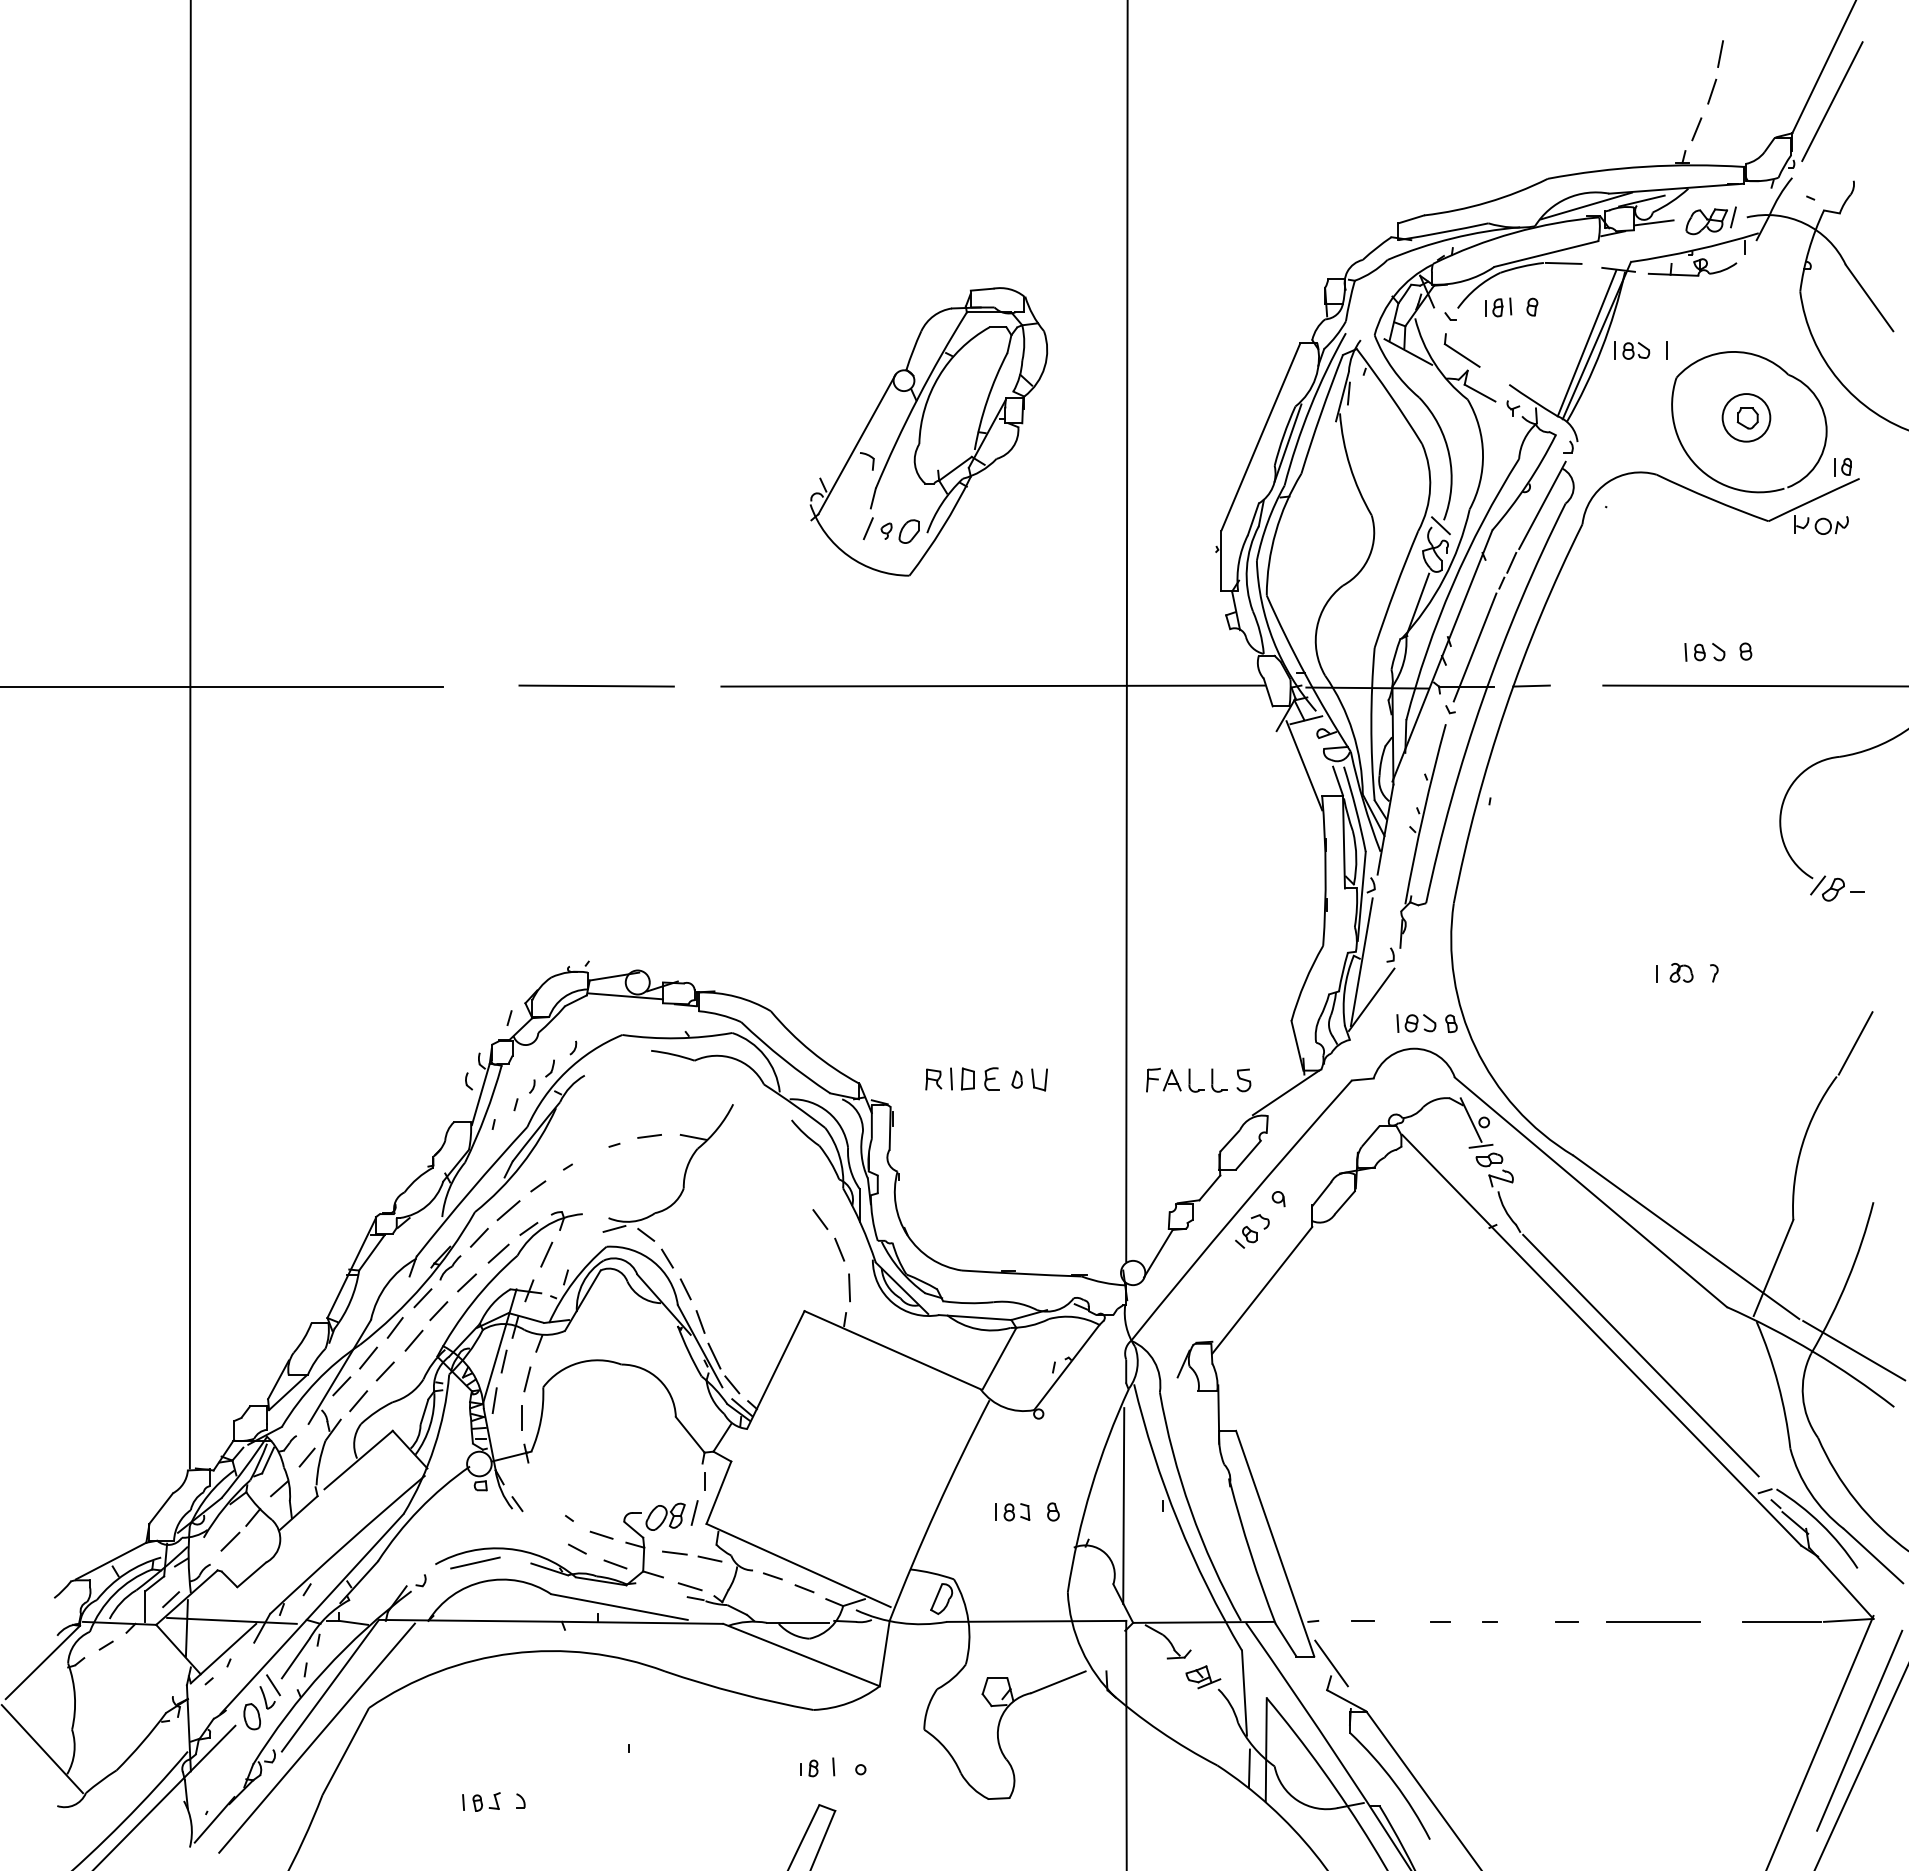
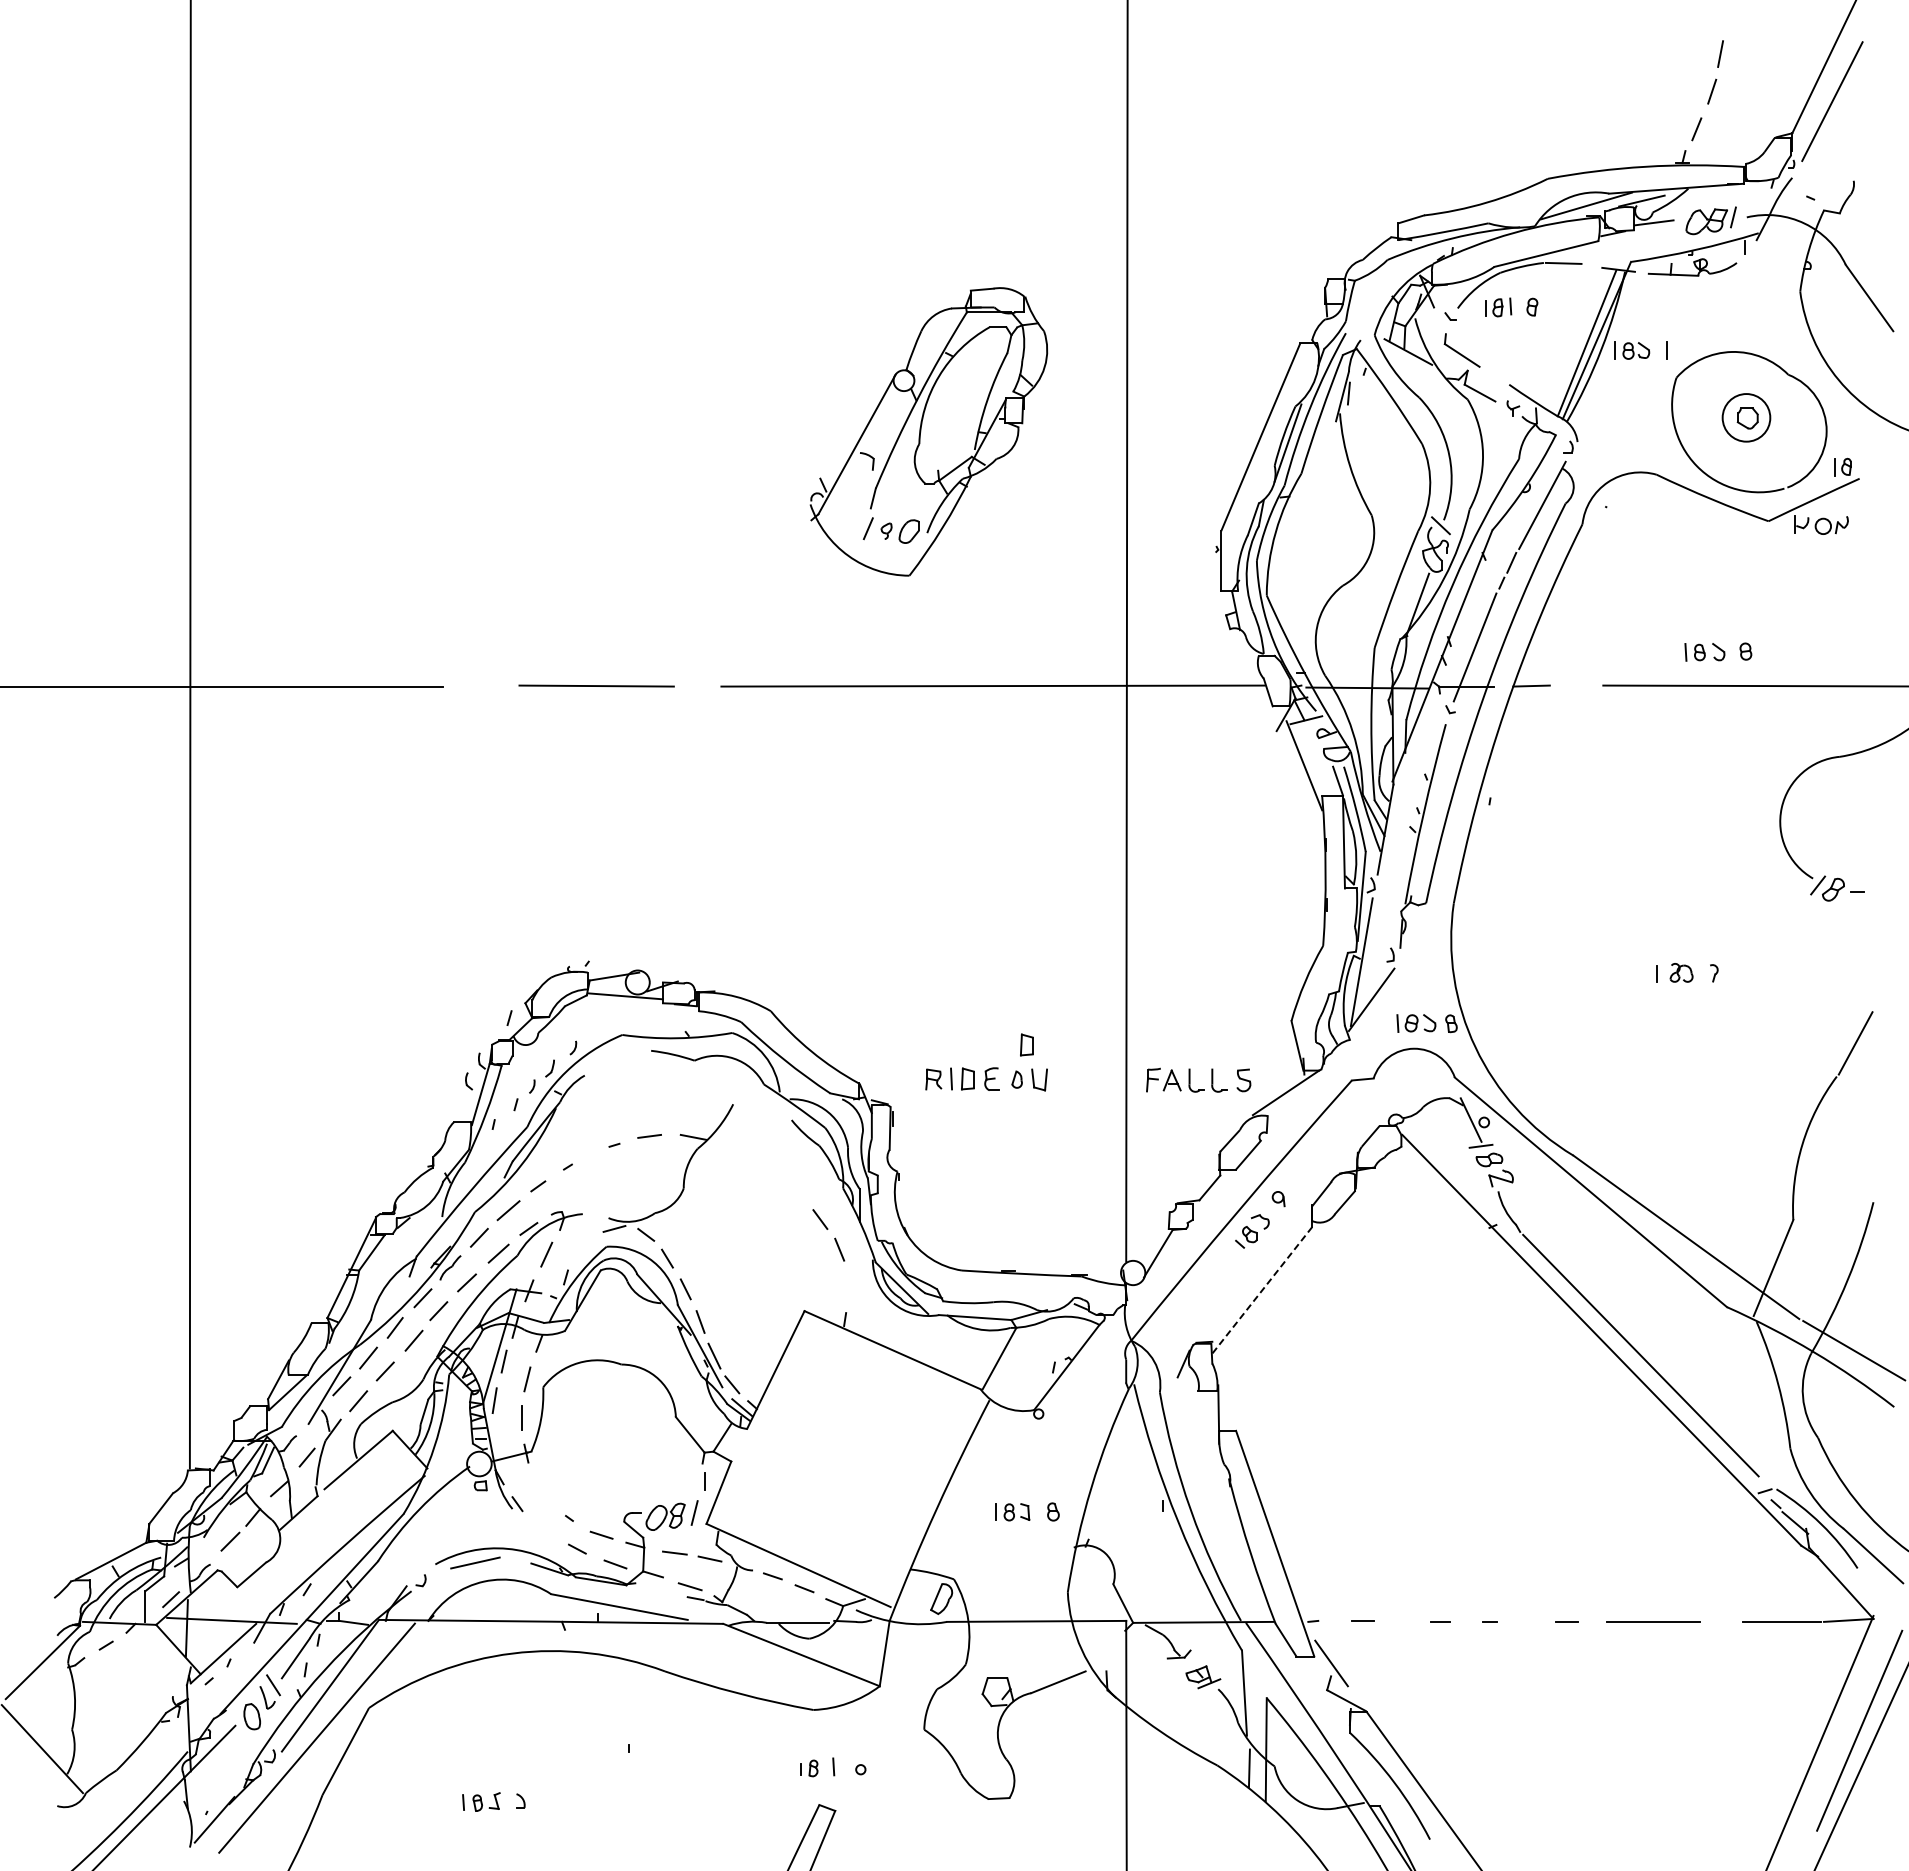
part at (1026, 1044): none -> present
line at (849, 1287): present -> none
line at (1262, 1290): solid -> dashed
line at (1123, 1506): present -> none
